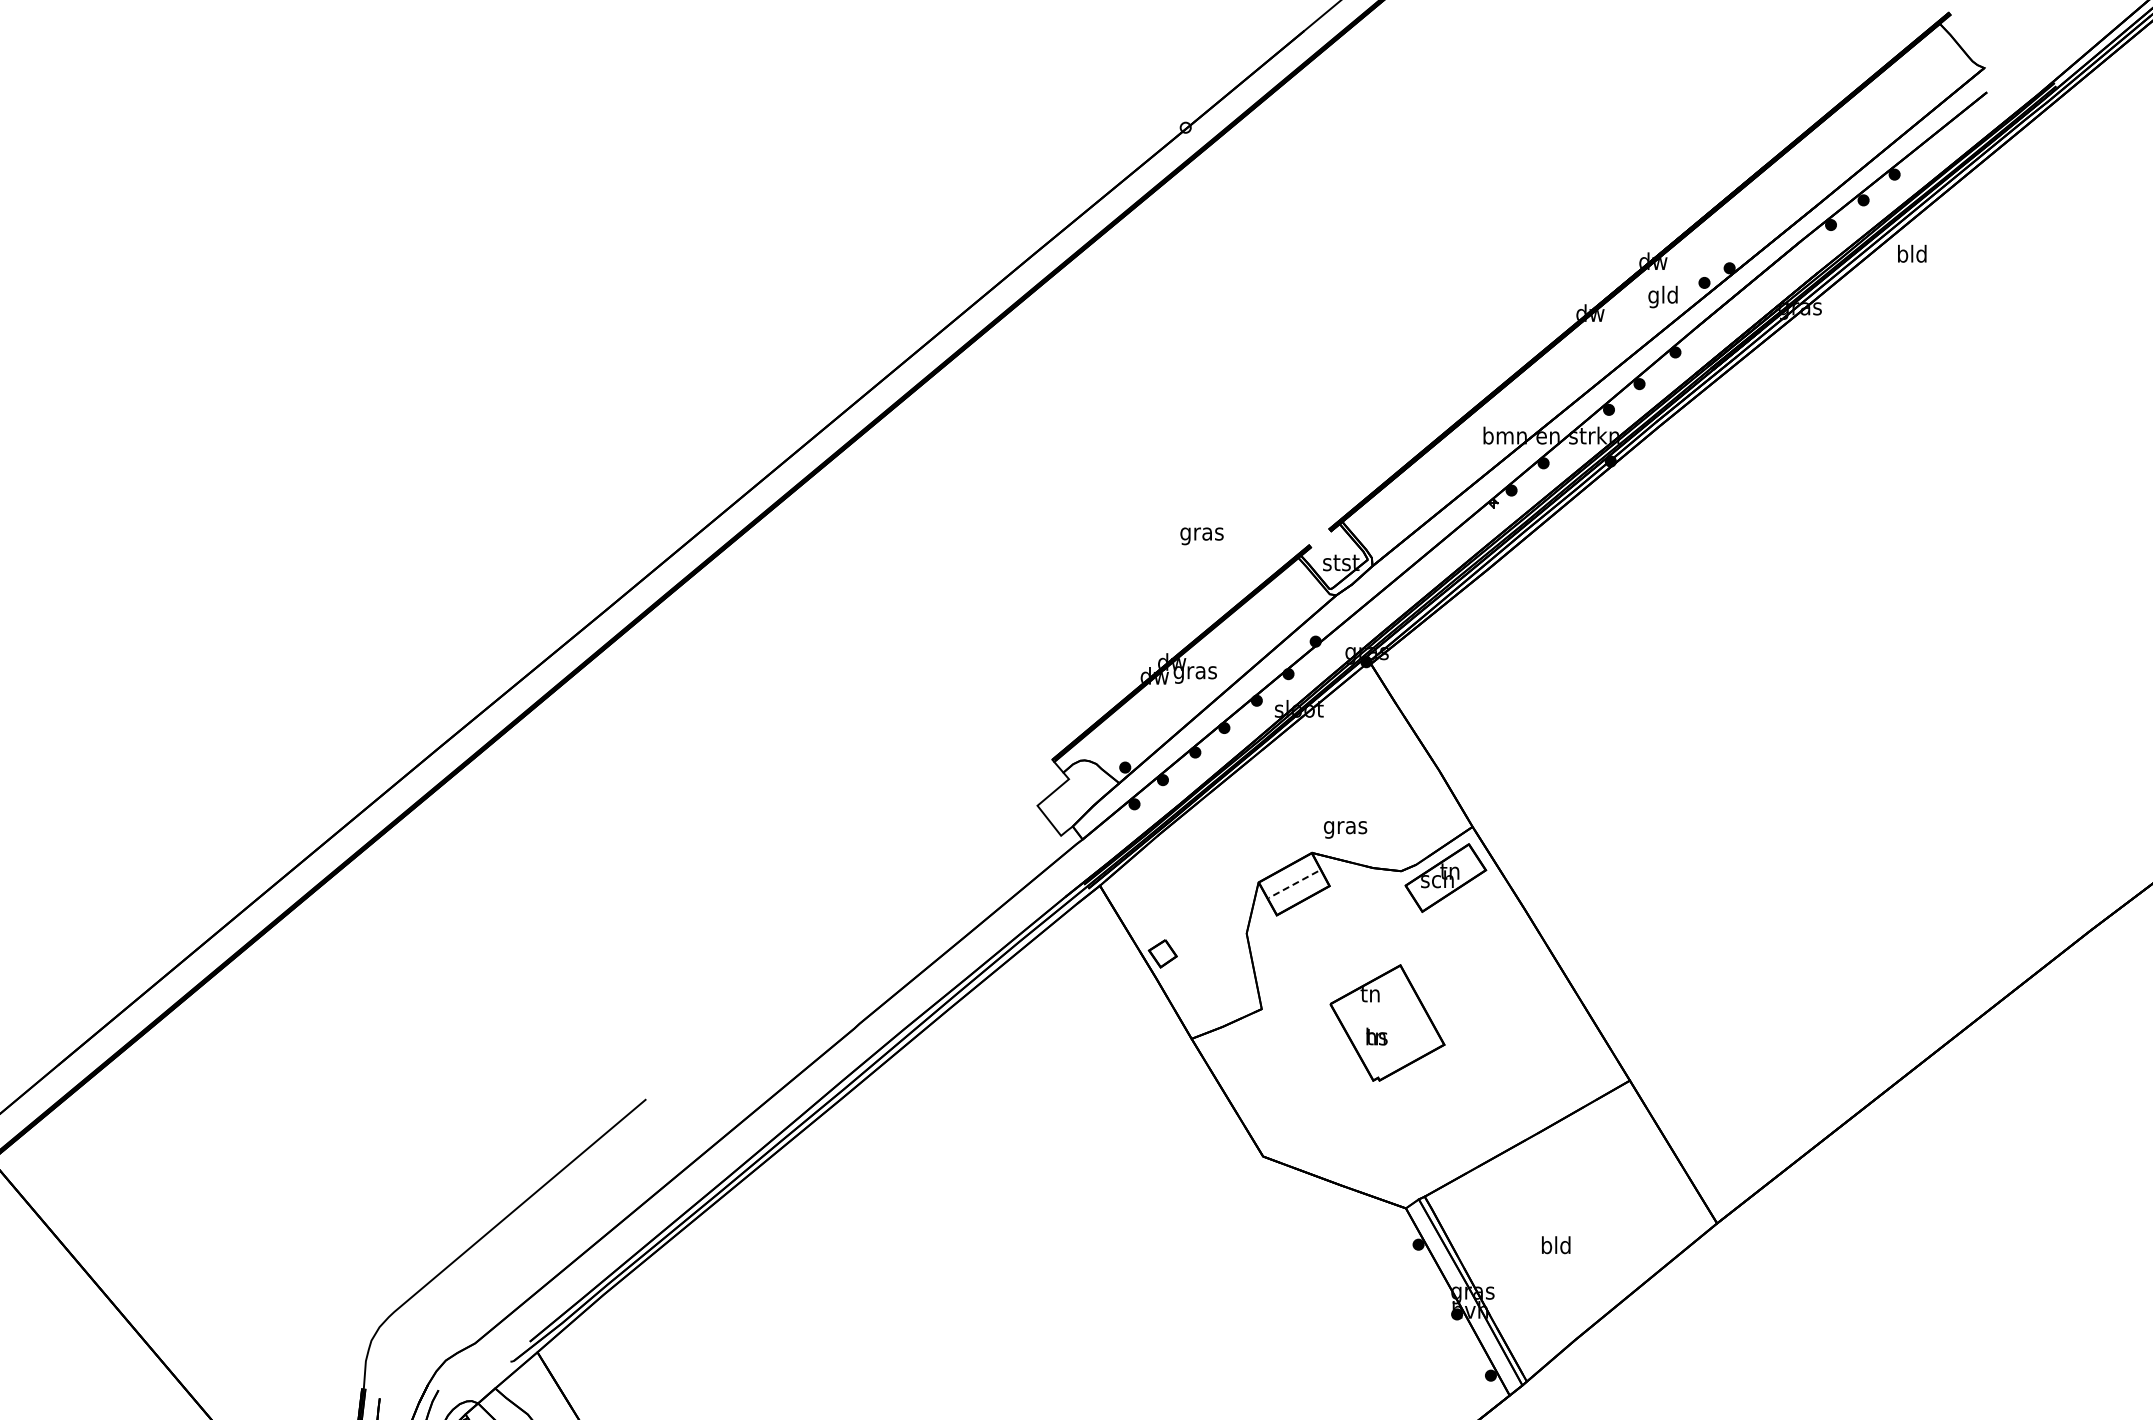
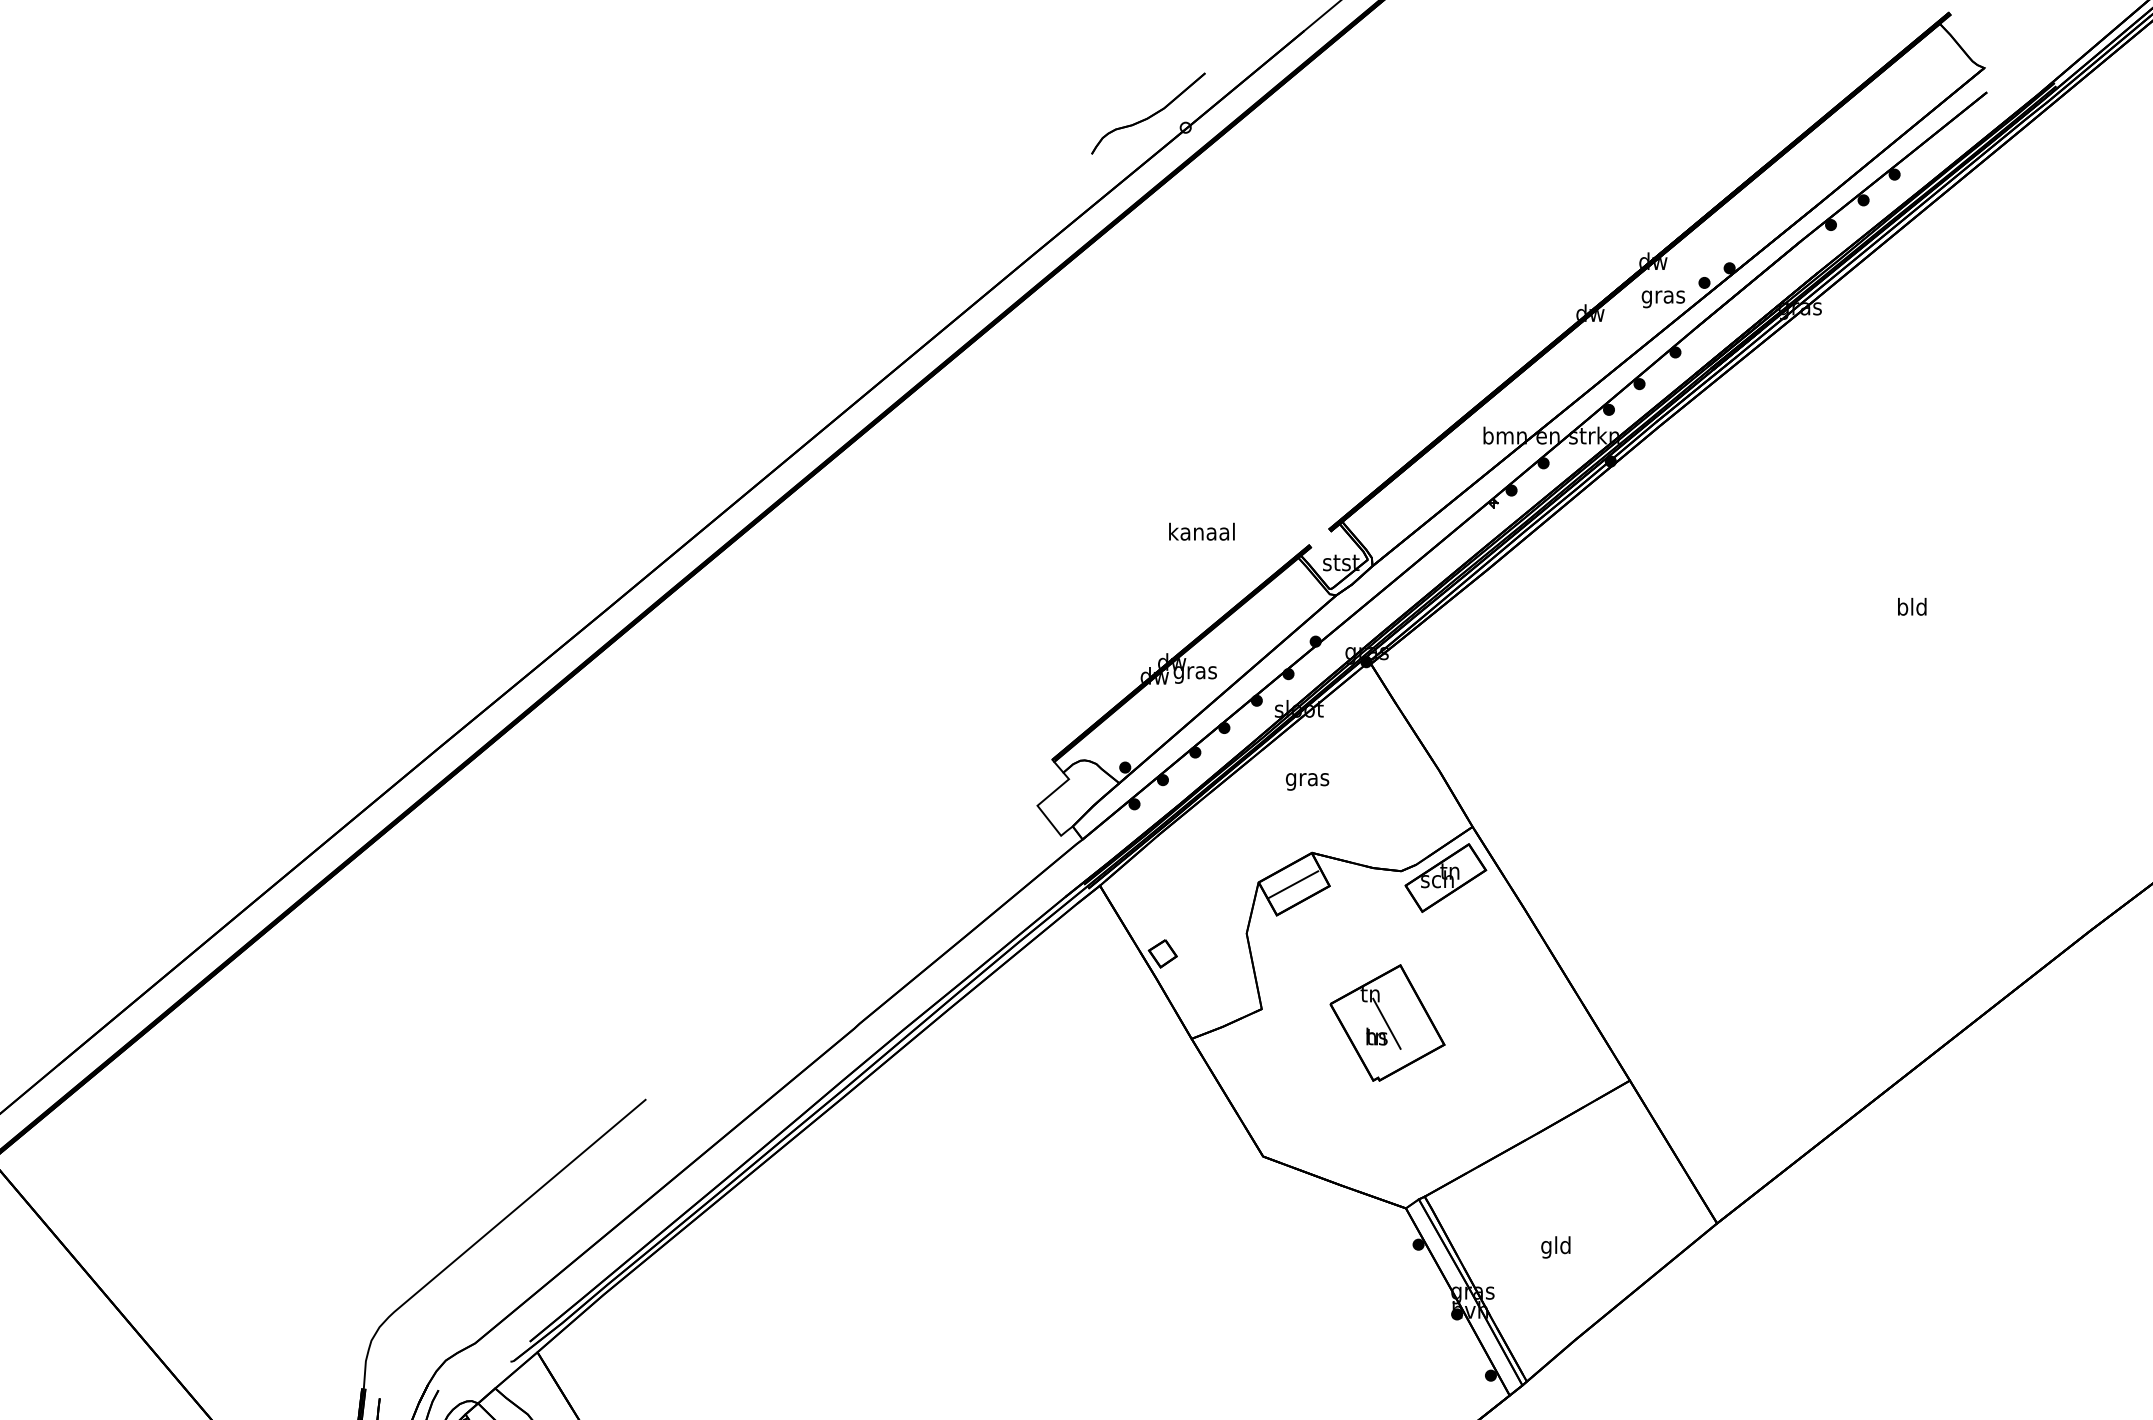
part at (1148, 113): none -> present
text at (1912, 253) position: (1912, 253) -> (1912, 606)
text at (1663, 296): gld -> gras
text at (1201, 533): gras -> kanaal
text at (1345, 829) position: (1345, 829) -> (1307, 781)
line at (1293, 884): dashed -> solid
line at (1386, 1023): none -> present
text at (1546, 1247): bld -> gld
